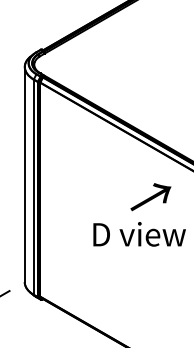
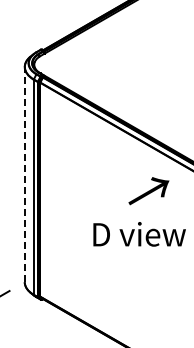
line at (24, 174): solid -> dashed
text at (150, 197) position: (150, 197) -> (148, 191)
